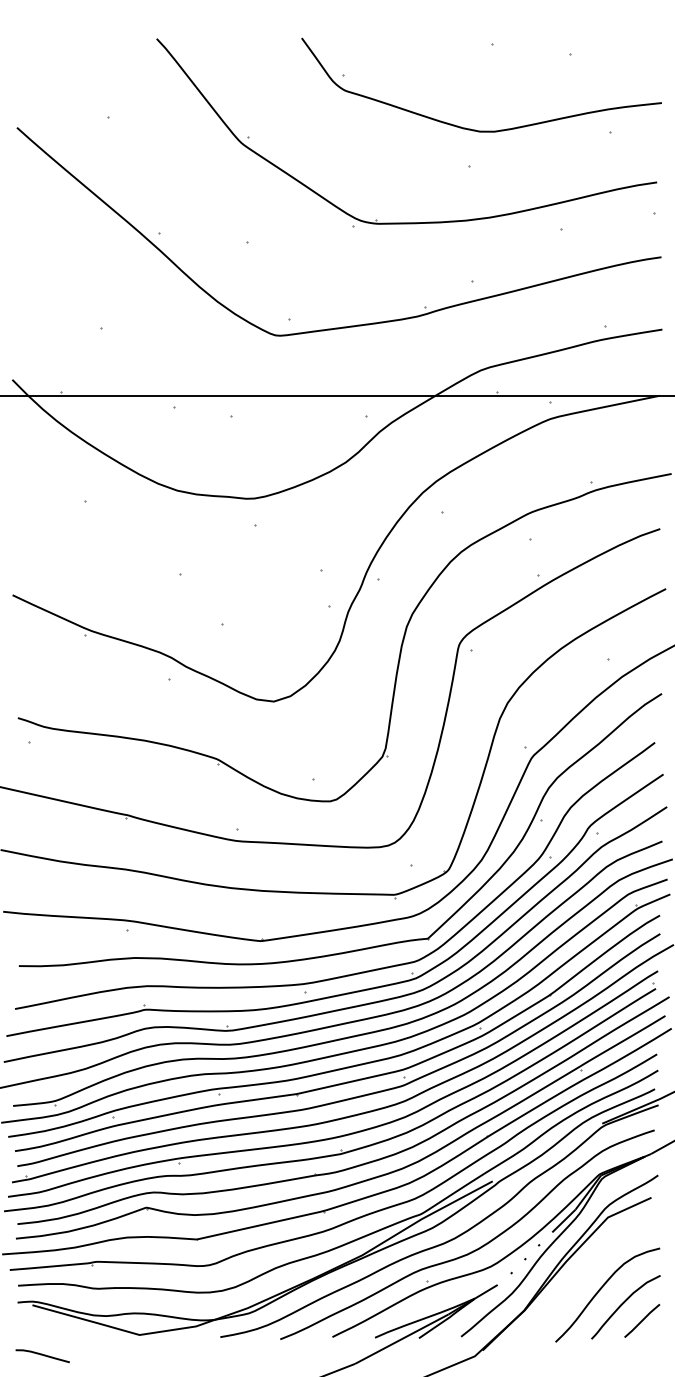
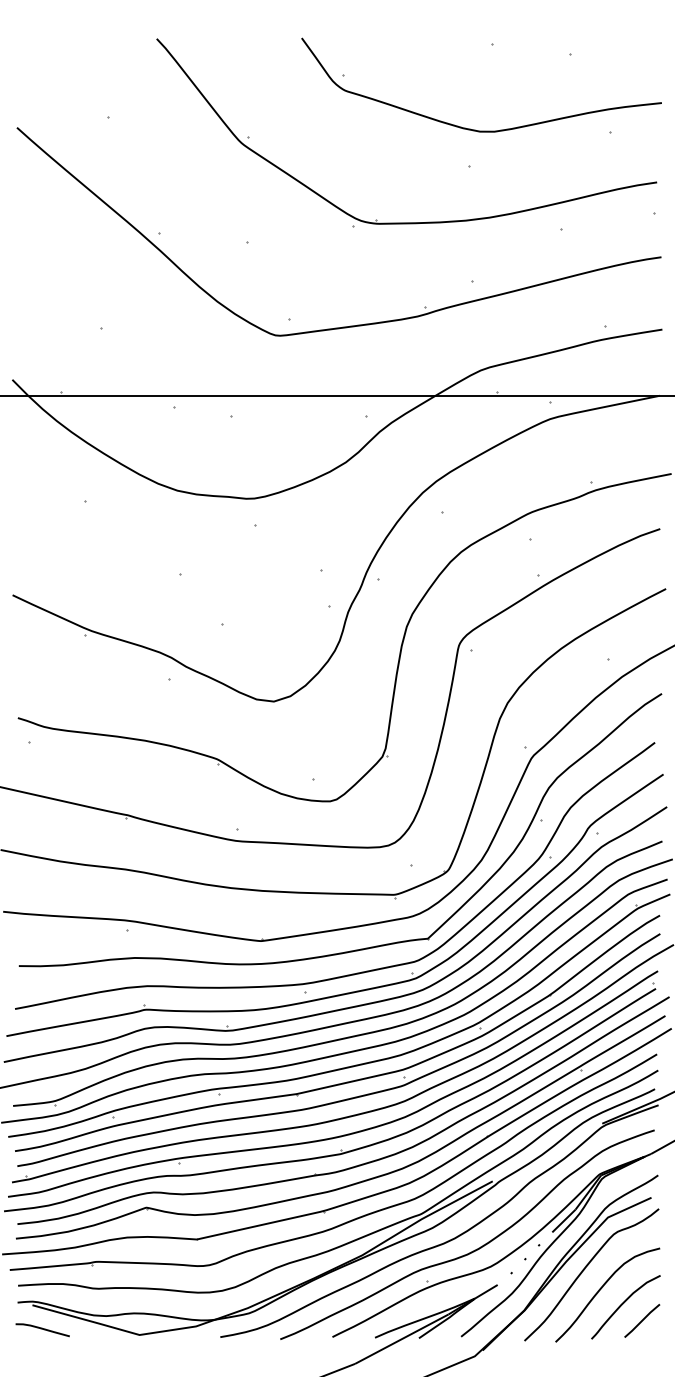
curve at (585, 1269): none -> present
curve at (42, 1355) position: (42, 1355) -> (42, 1329)
